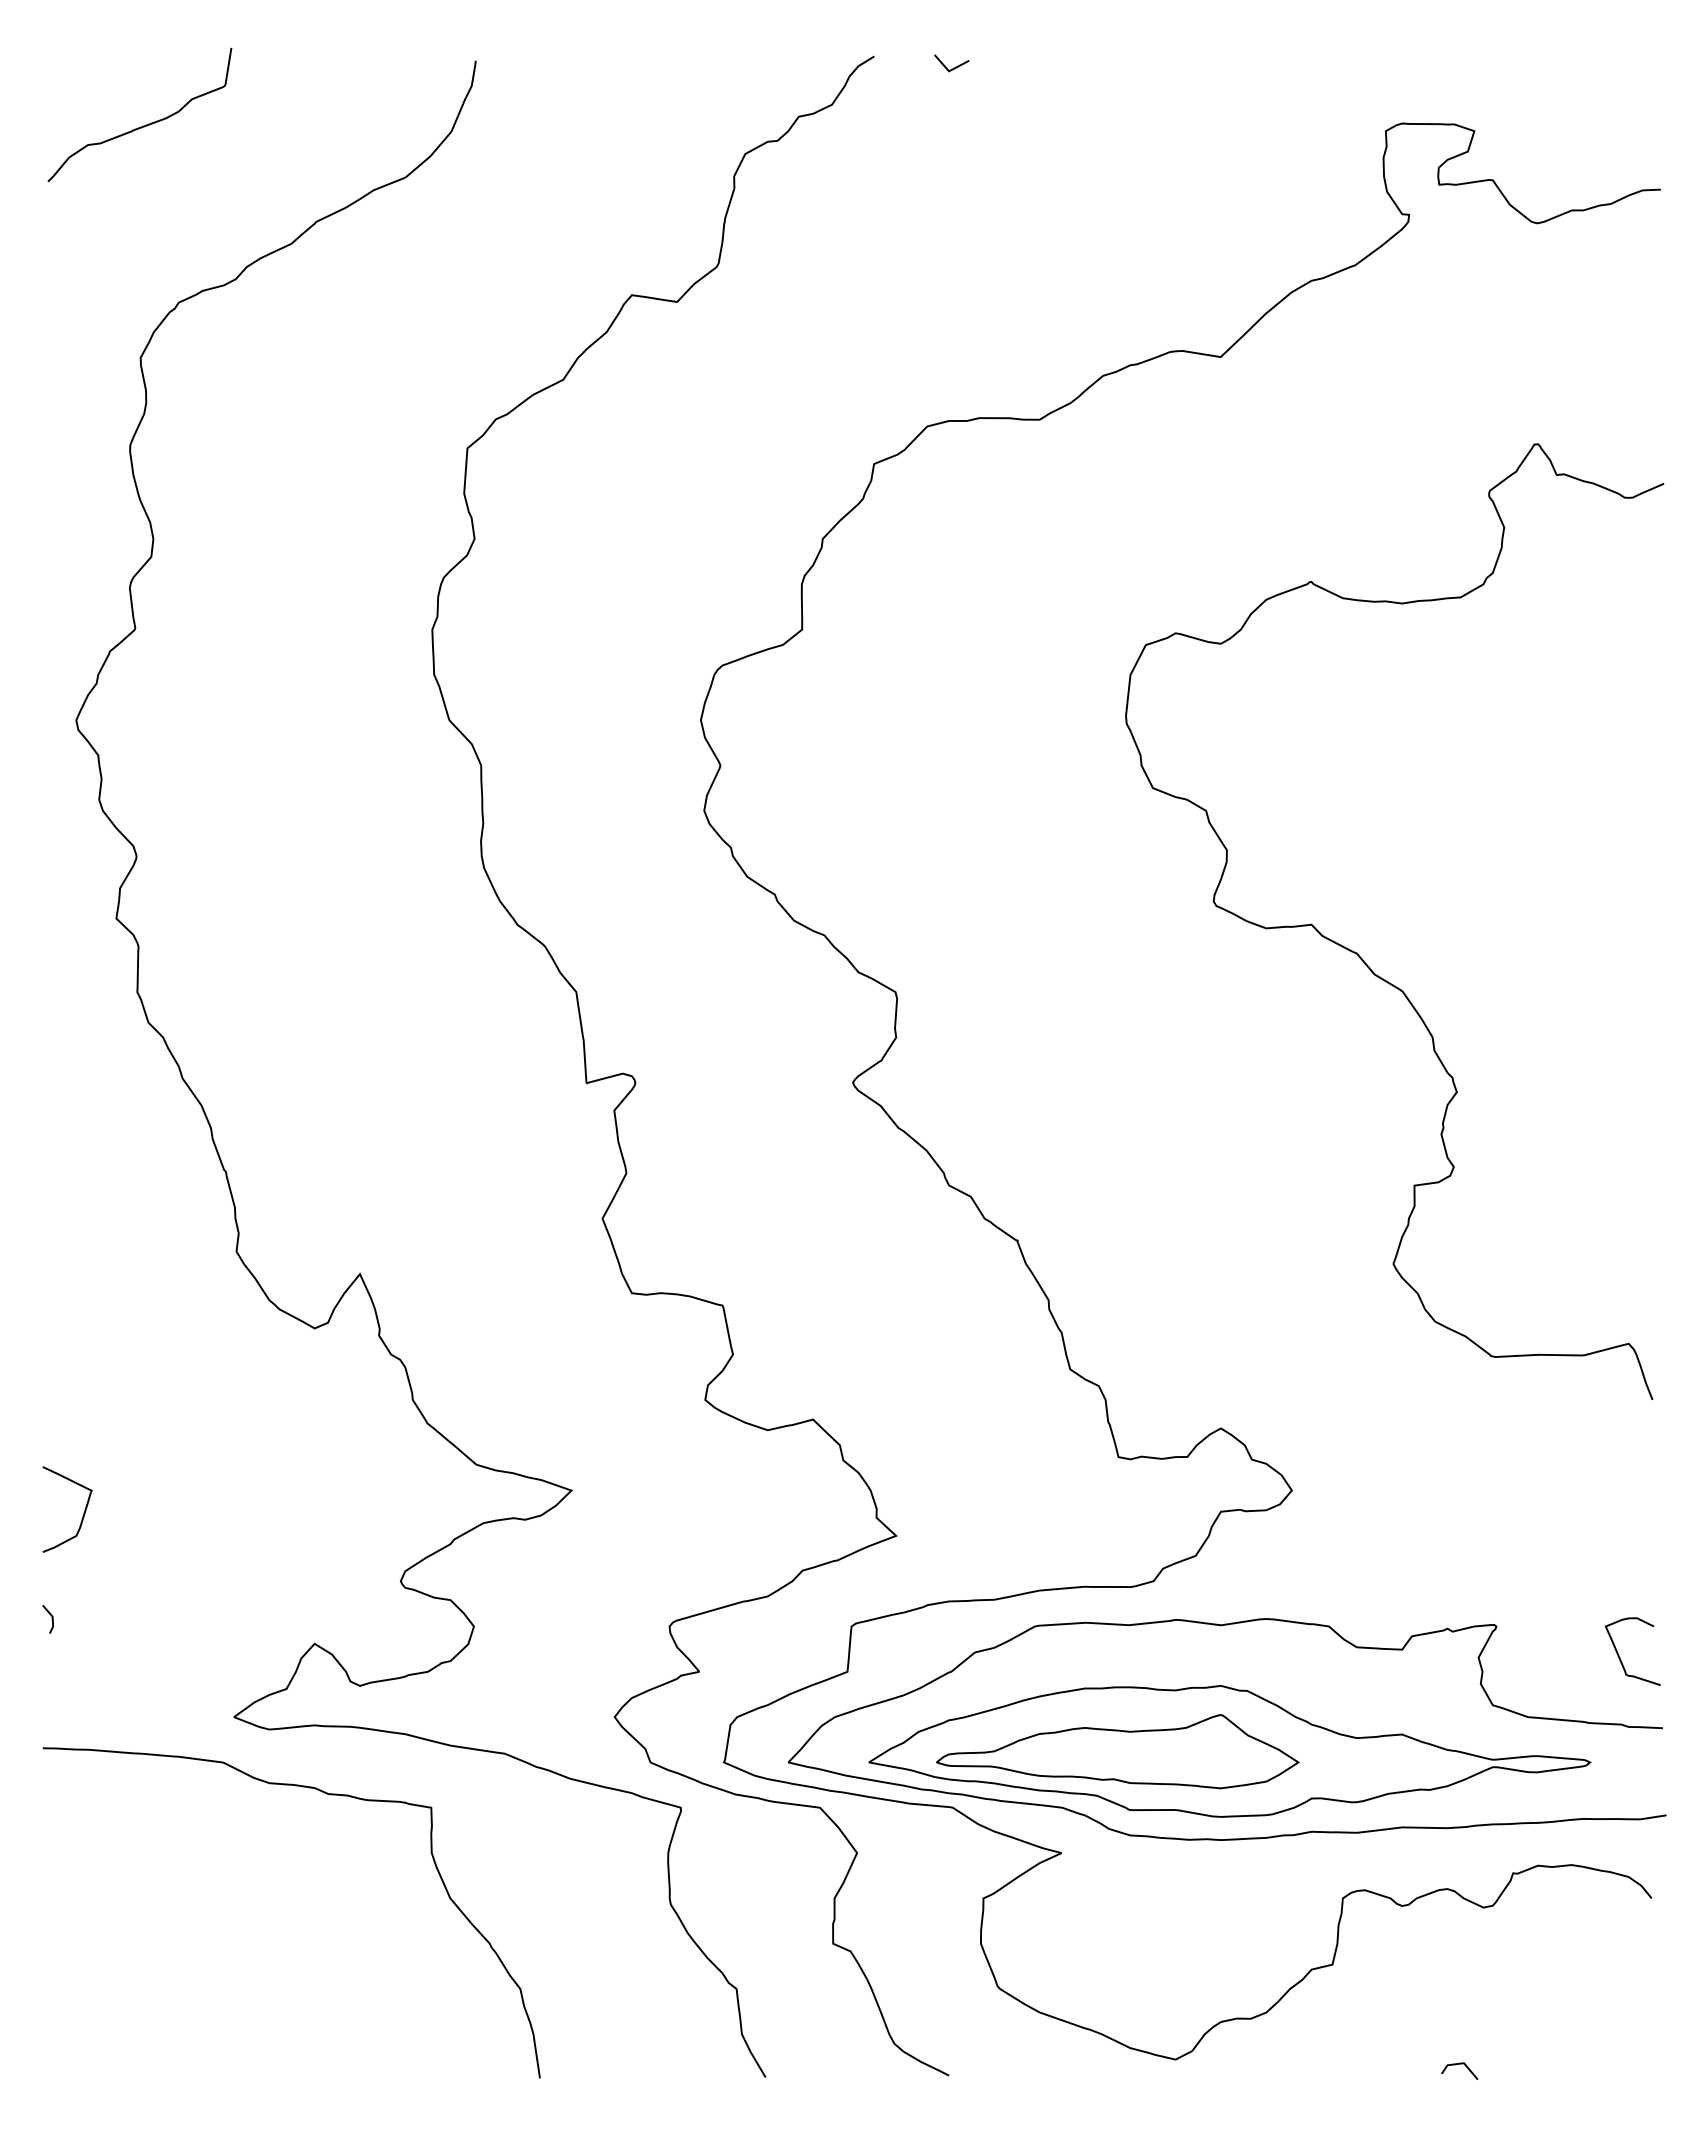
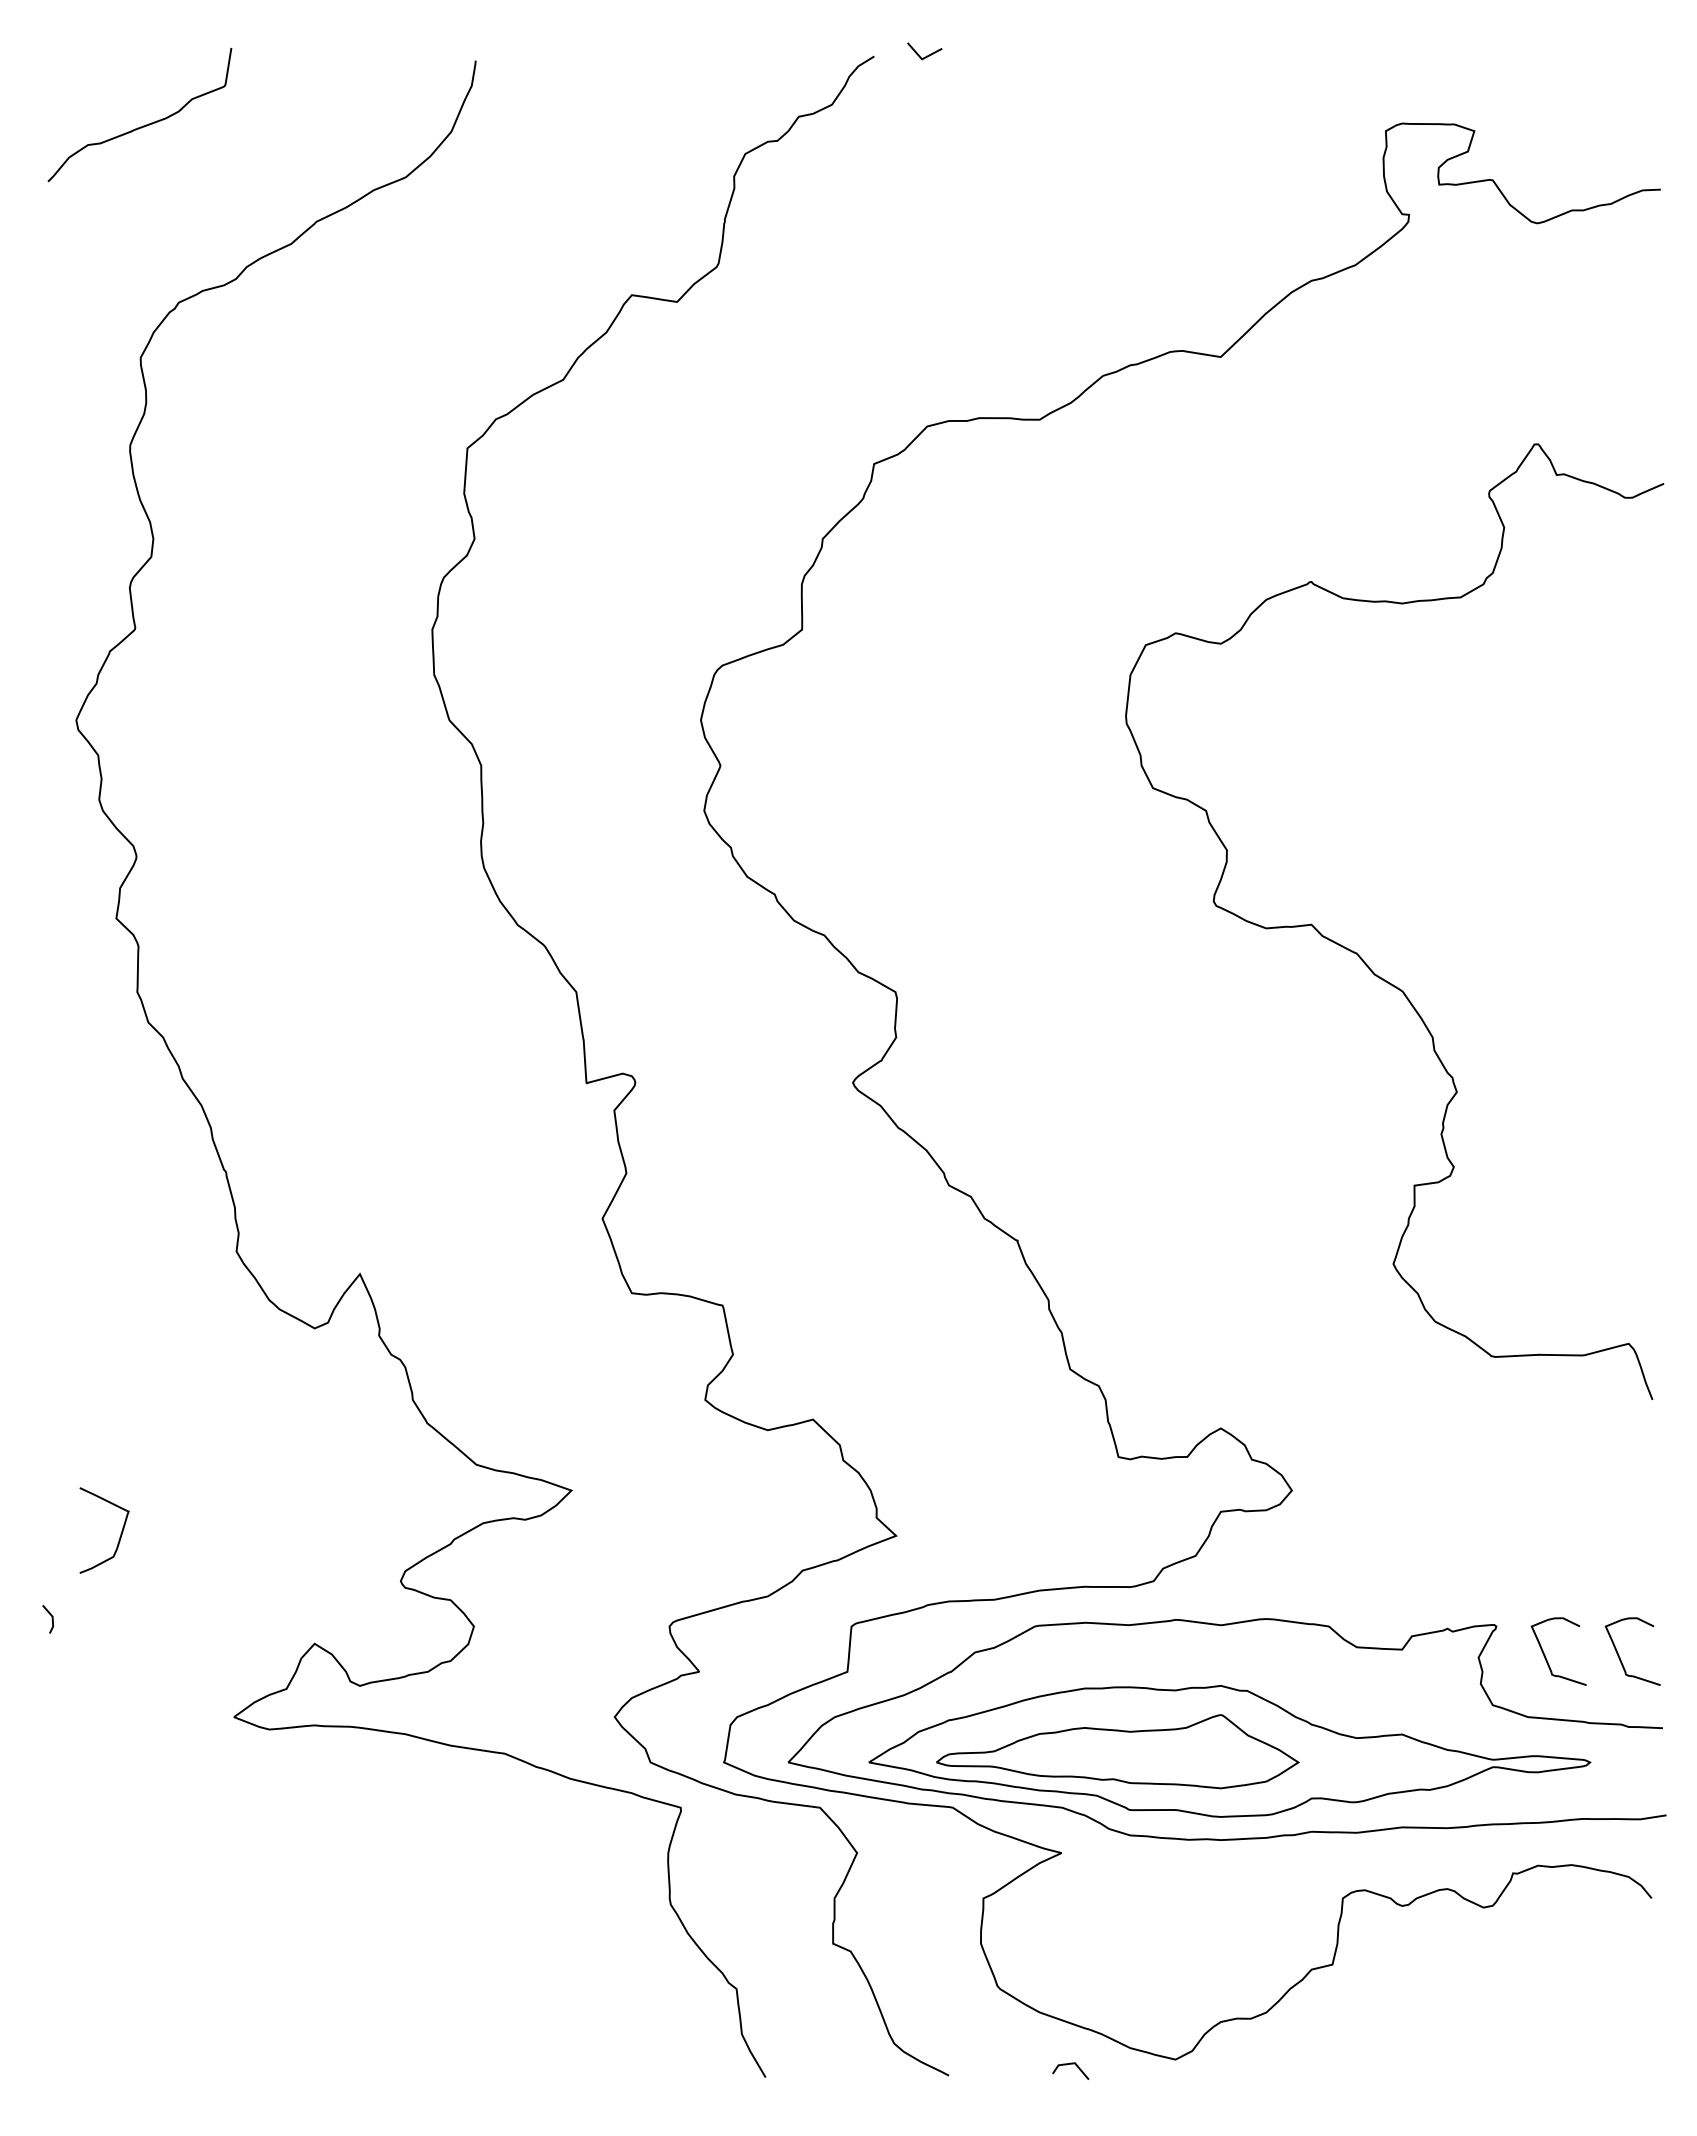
line at (955, 66) position: (955, 66) -> (928, 54)
curve at (83, 1512) position: (83, 1512) -> (120, 1533)
curve at (1546, 1657): none -> present
curve at (326, 1794): present -> none
line at (1459, 2064) position: (1459, 2064) -> (1070, 2064)
